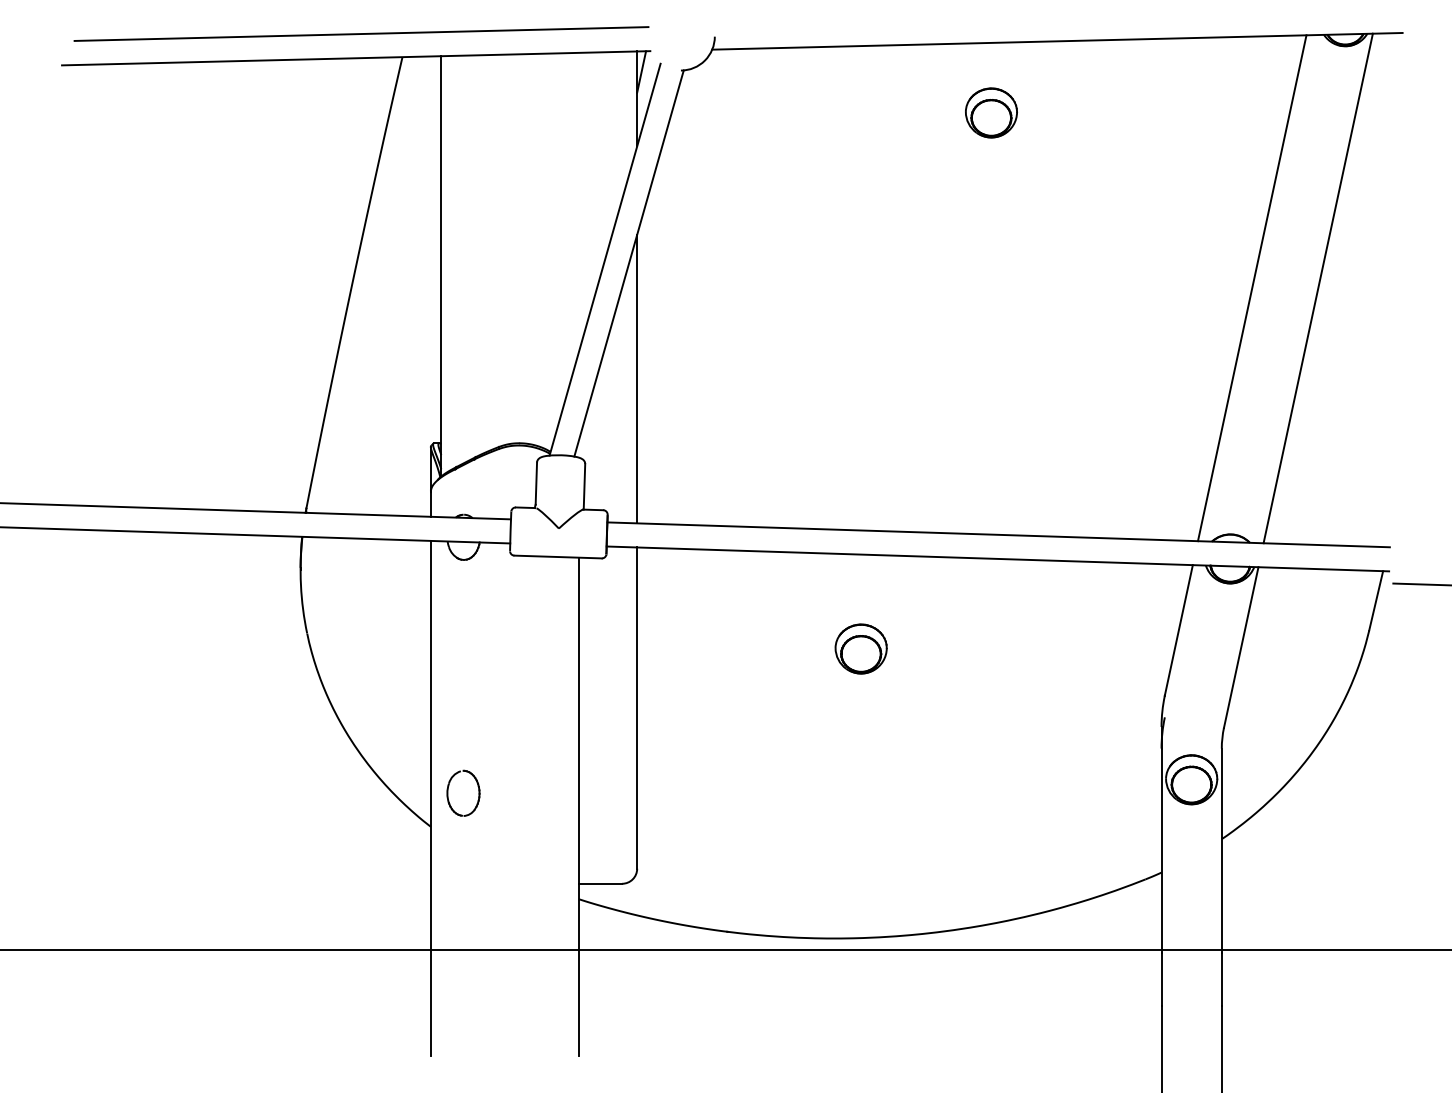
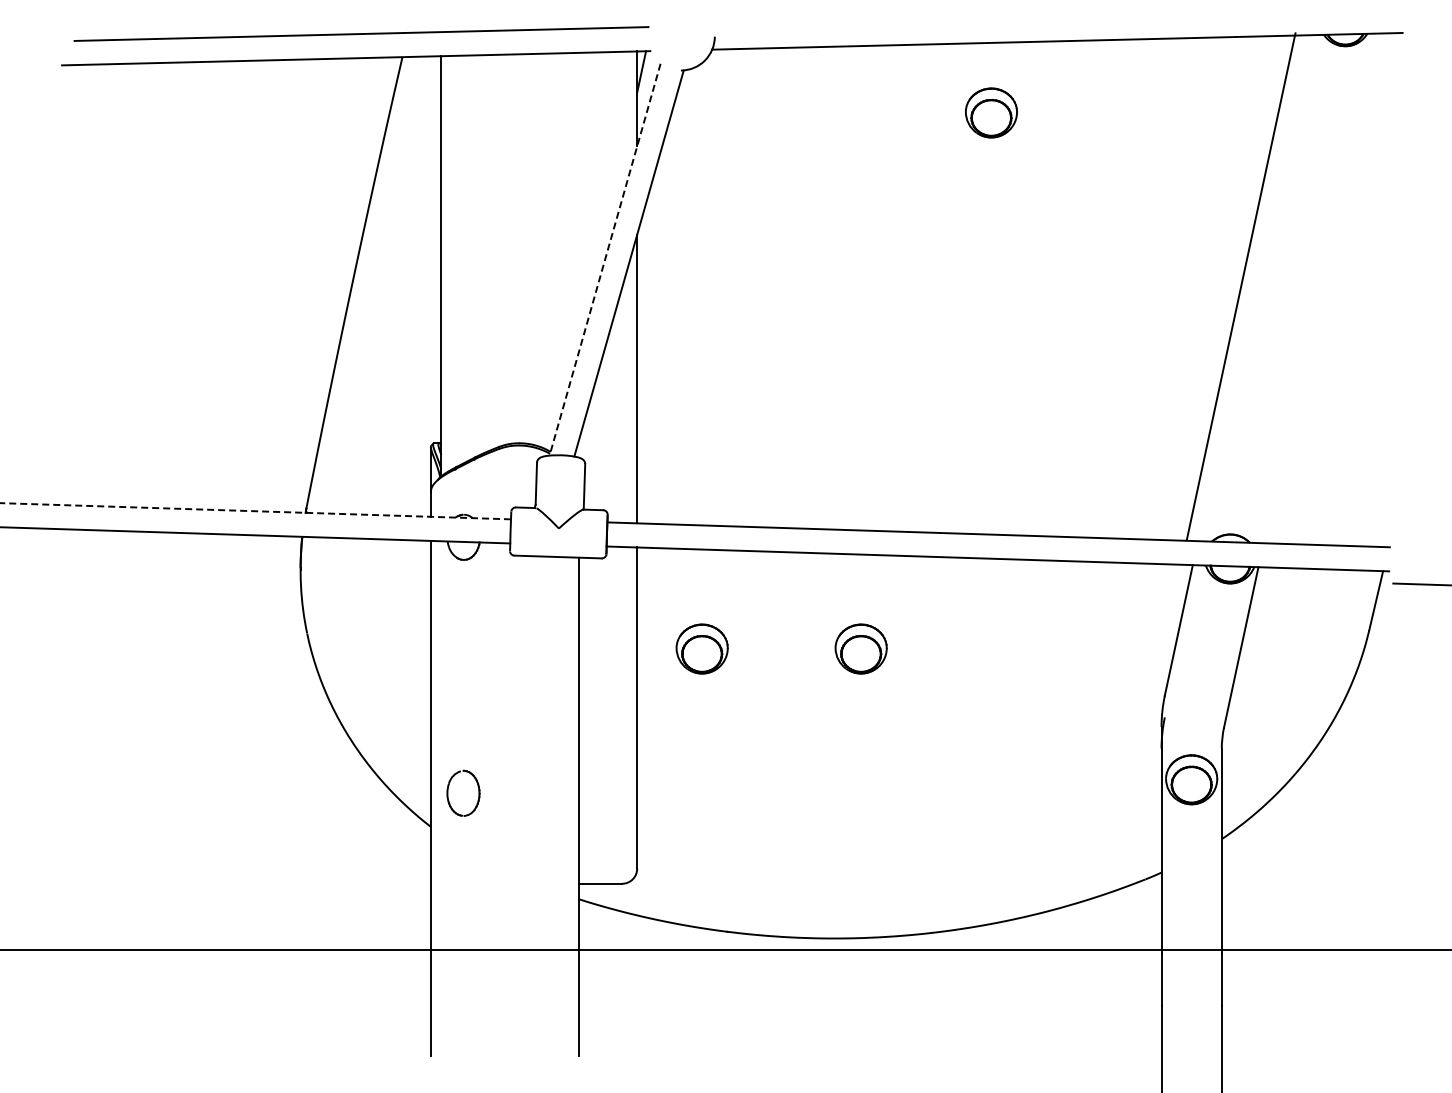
line at (605, 259): solid -> dashed
line at (1251, 288) position: (1251, 288) -> (1240, 286)
line at (1317, 288): present -> none
line at (255, 511): solid -> dashed
part at (701, 648): none -> present
